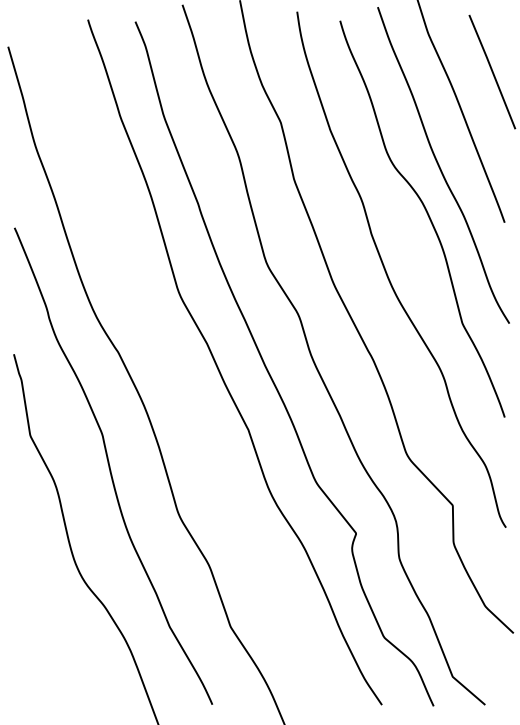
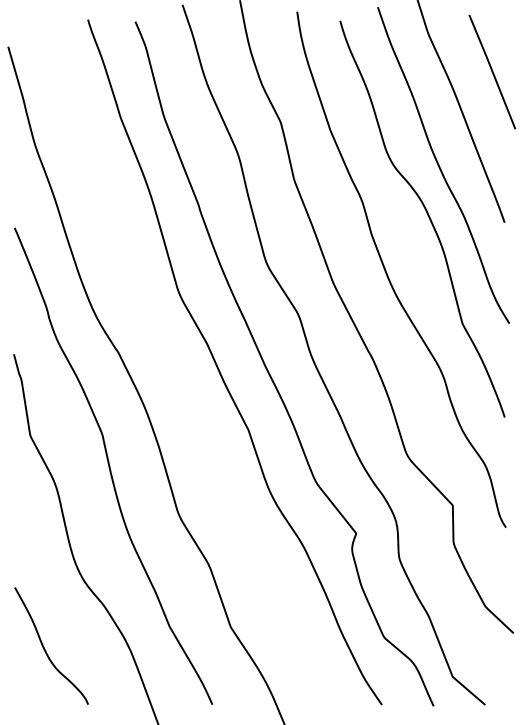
curve at (44, 646): none -> present
